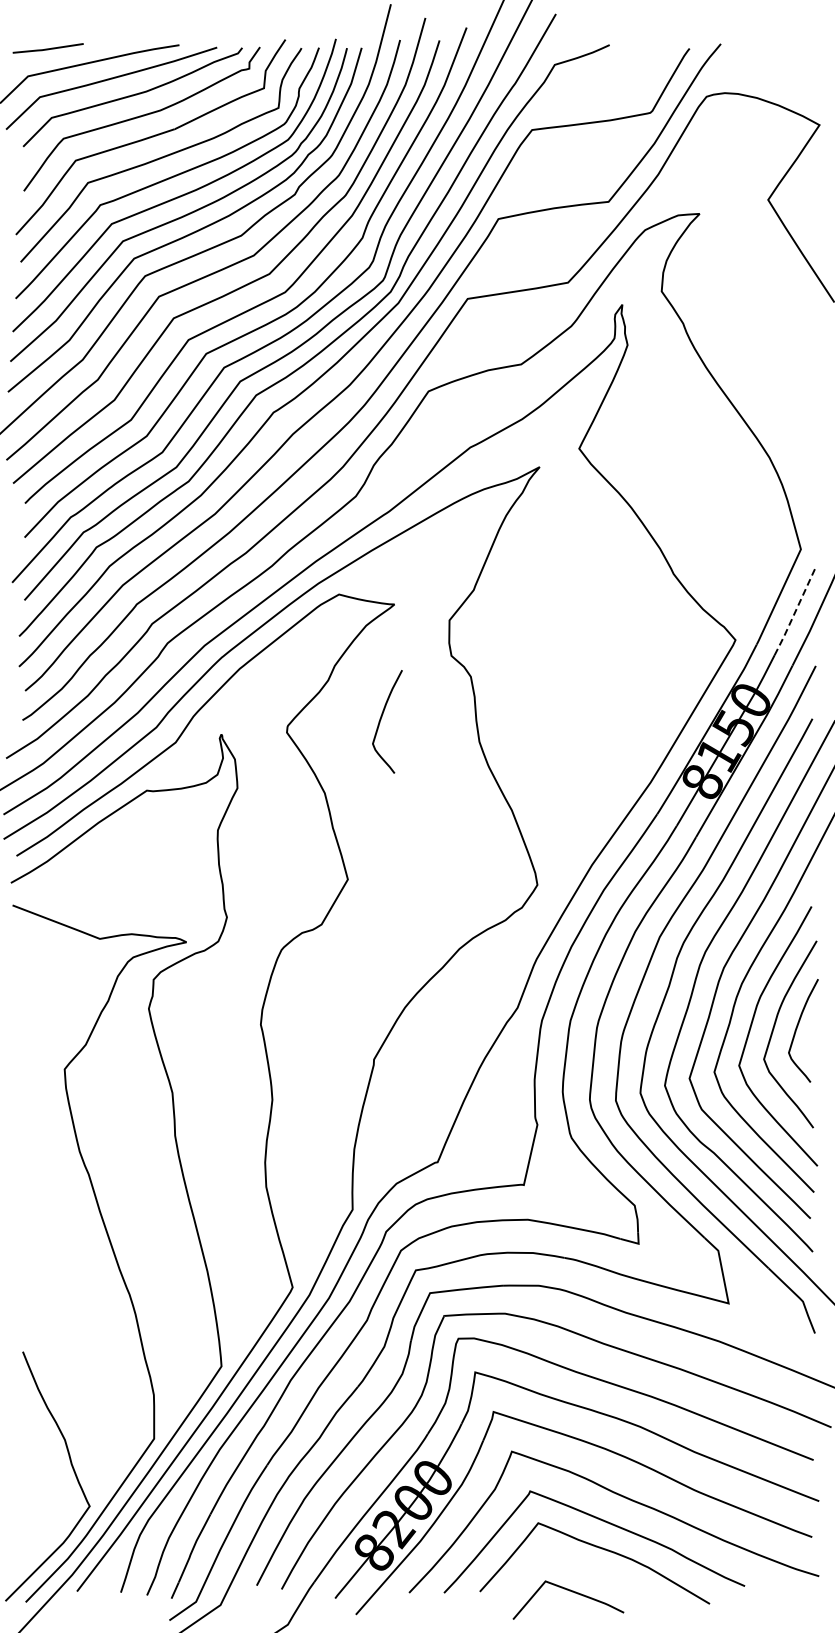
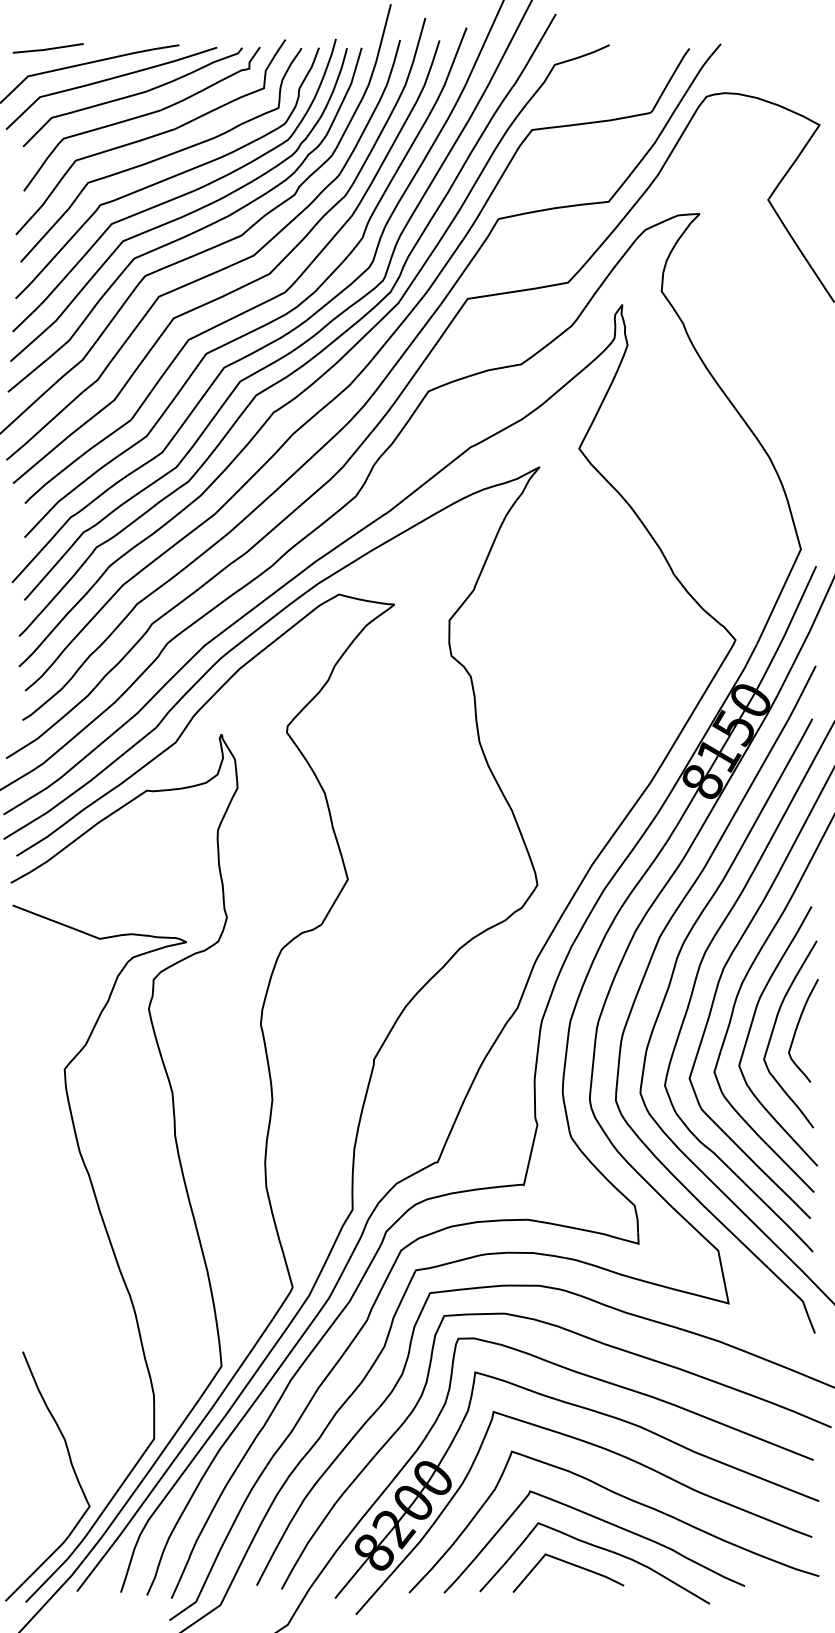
line at (795, 611): dashed -> solid
curve at (381, 719): present -> none
curve at (569, 1591) position: (569, 1591) -> (569, 1564)
